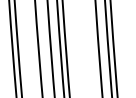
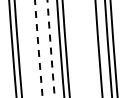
arc at (50, 49): solid -> dashed
arc at (38, 50): solid -> dashed
